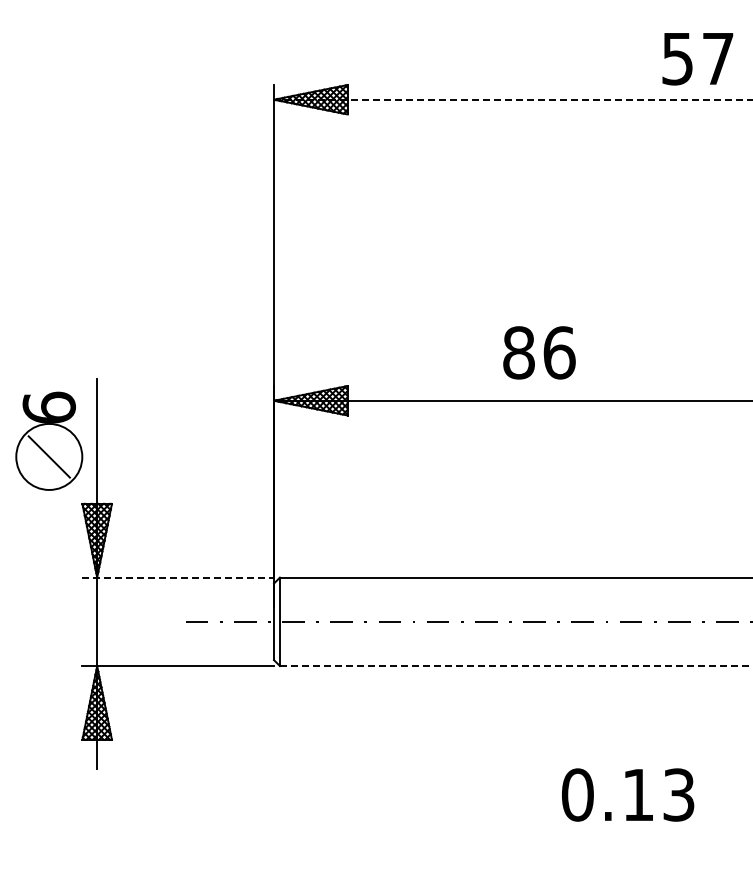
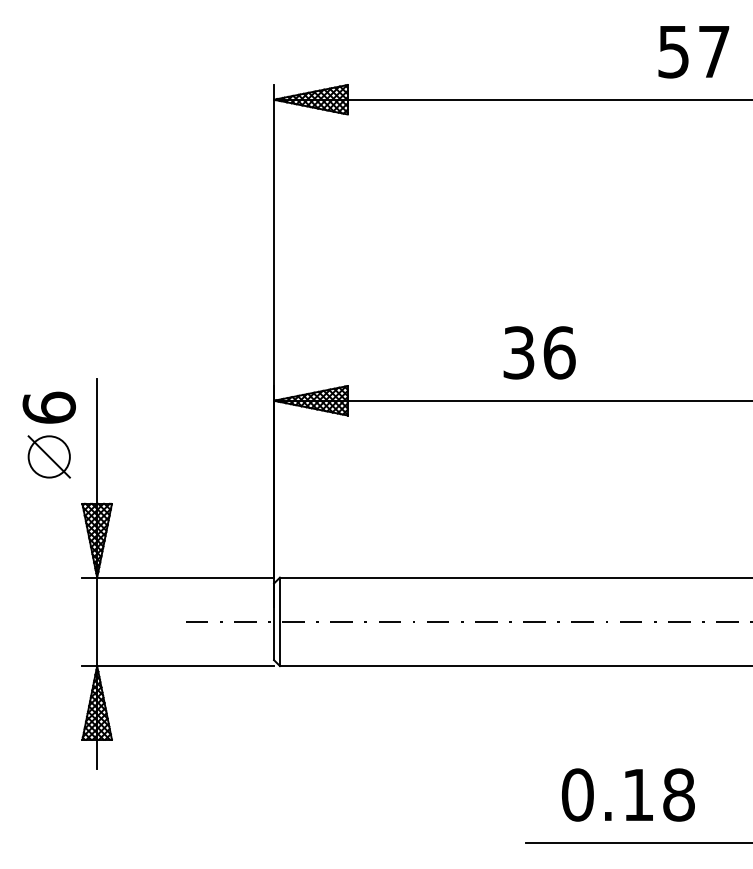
text at (697, 59) position: (697, 59) -> (693, 52)
line at (513, 99): dashed -> solid
text at (518, 352): 86 -> 36
circle at (49, 456) diameter: 66 px -> 41 px
line at (178, 577): dashed -> solid
line at (516, 666): dashed -> solid
text at (678, 794): 0.13 -> 0.18
line at (637, 842): none -> present
